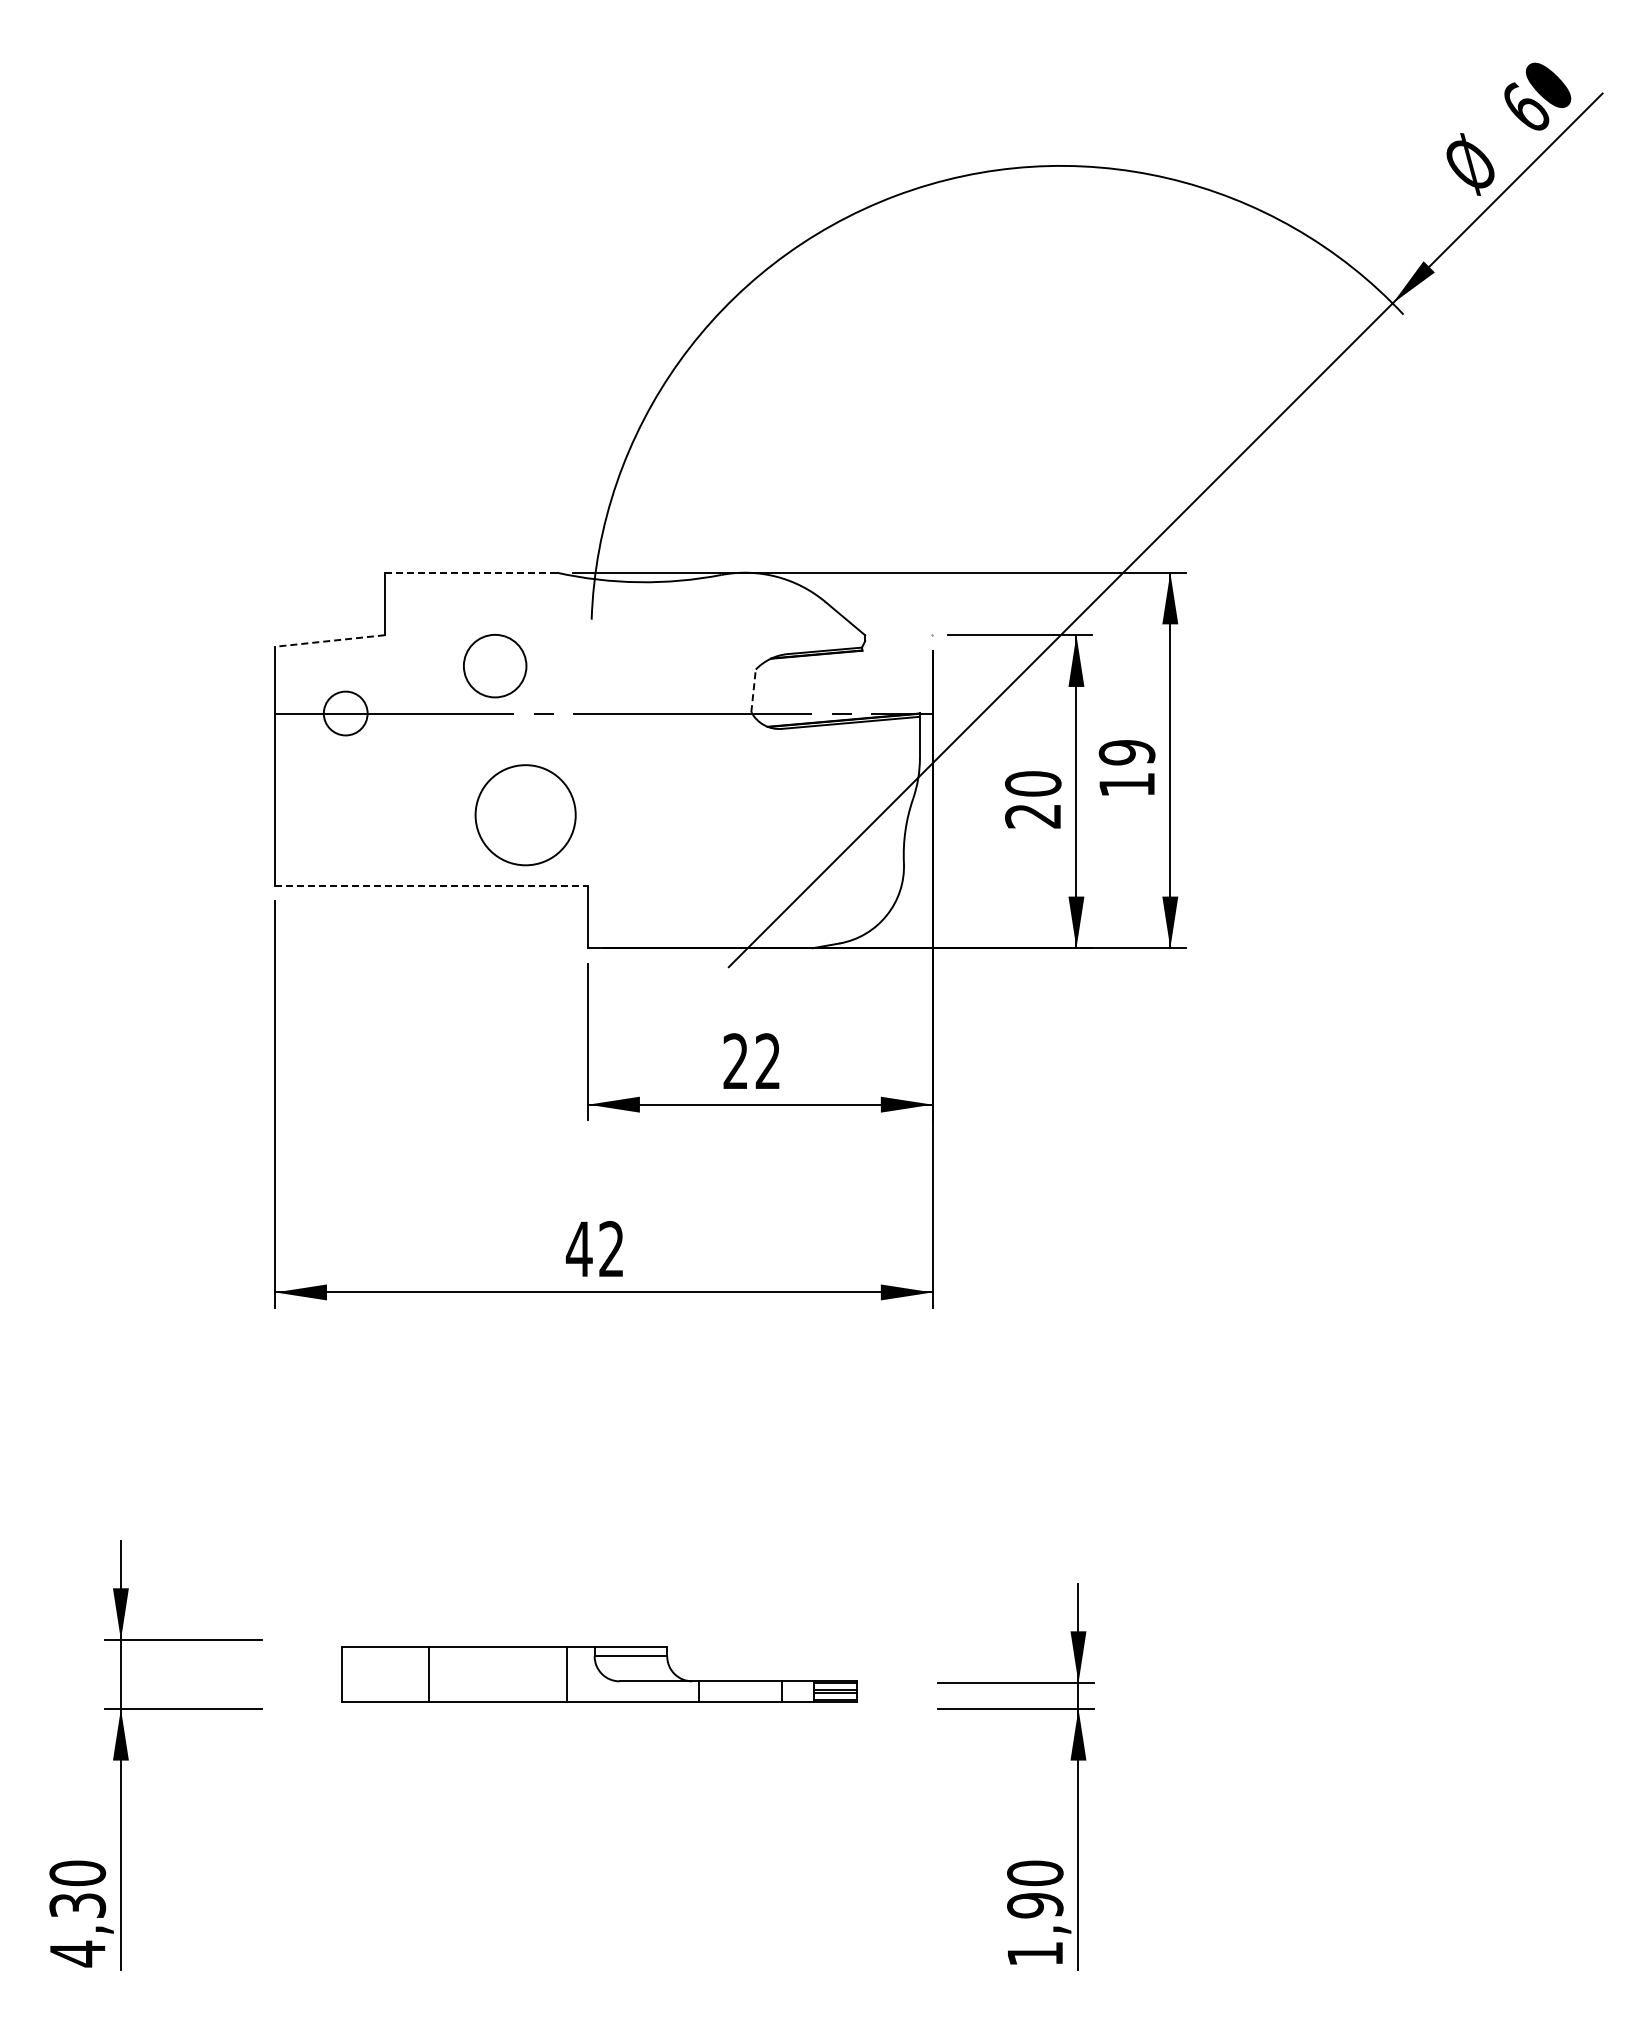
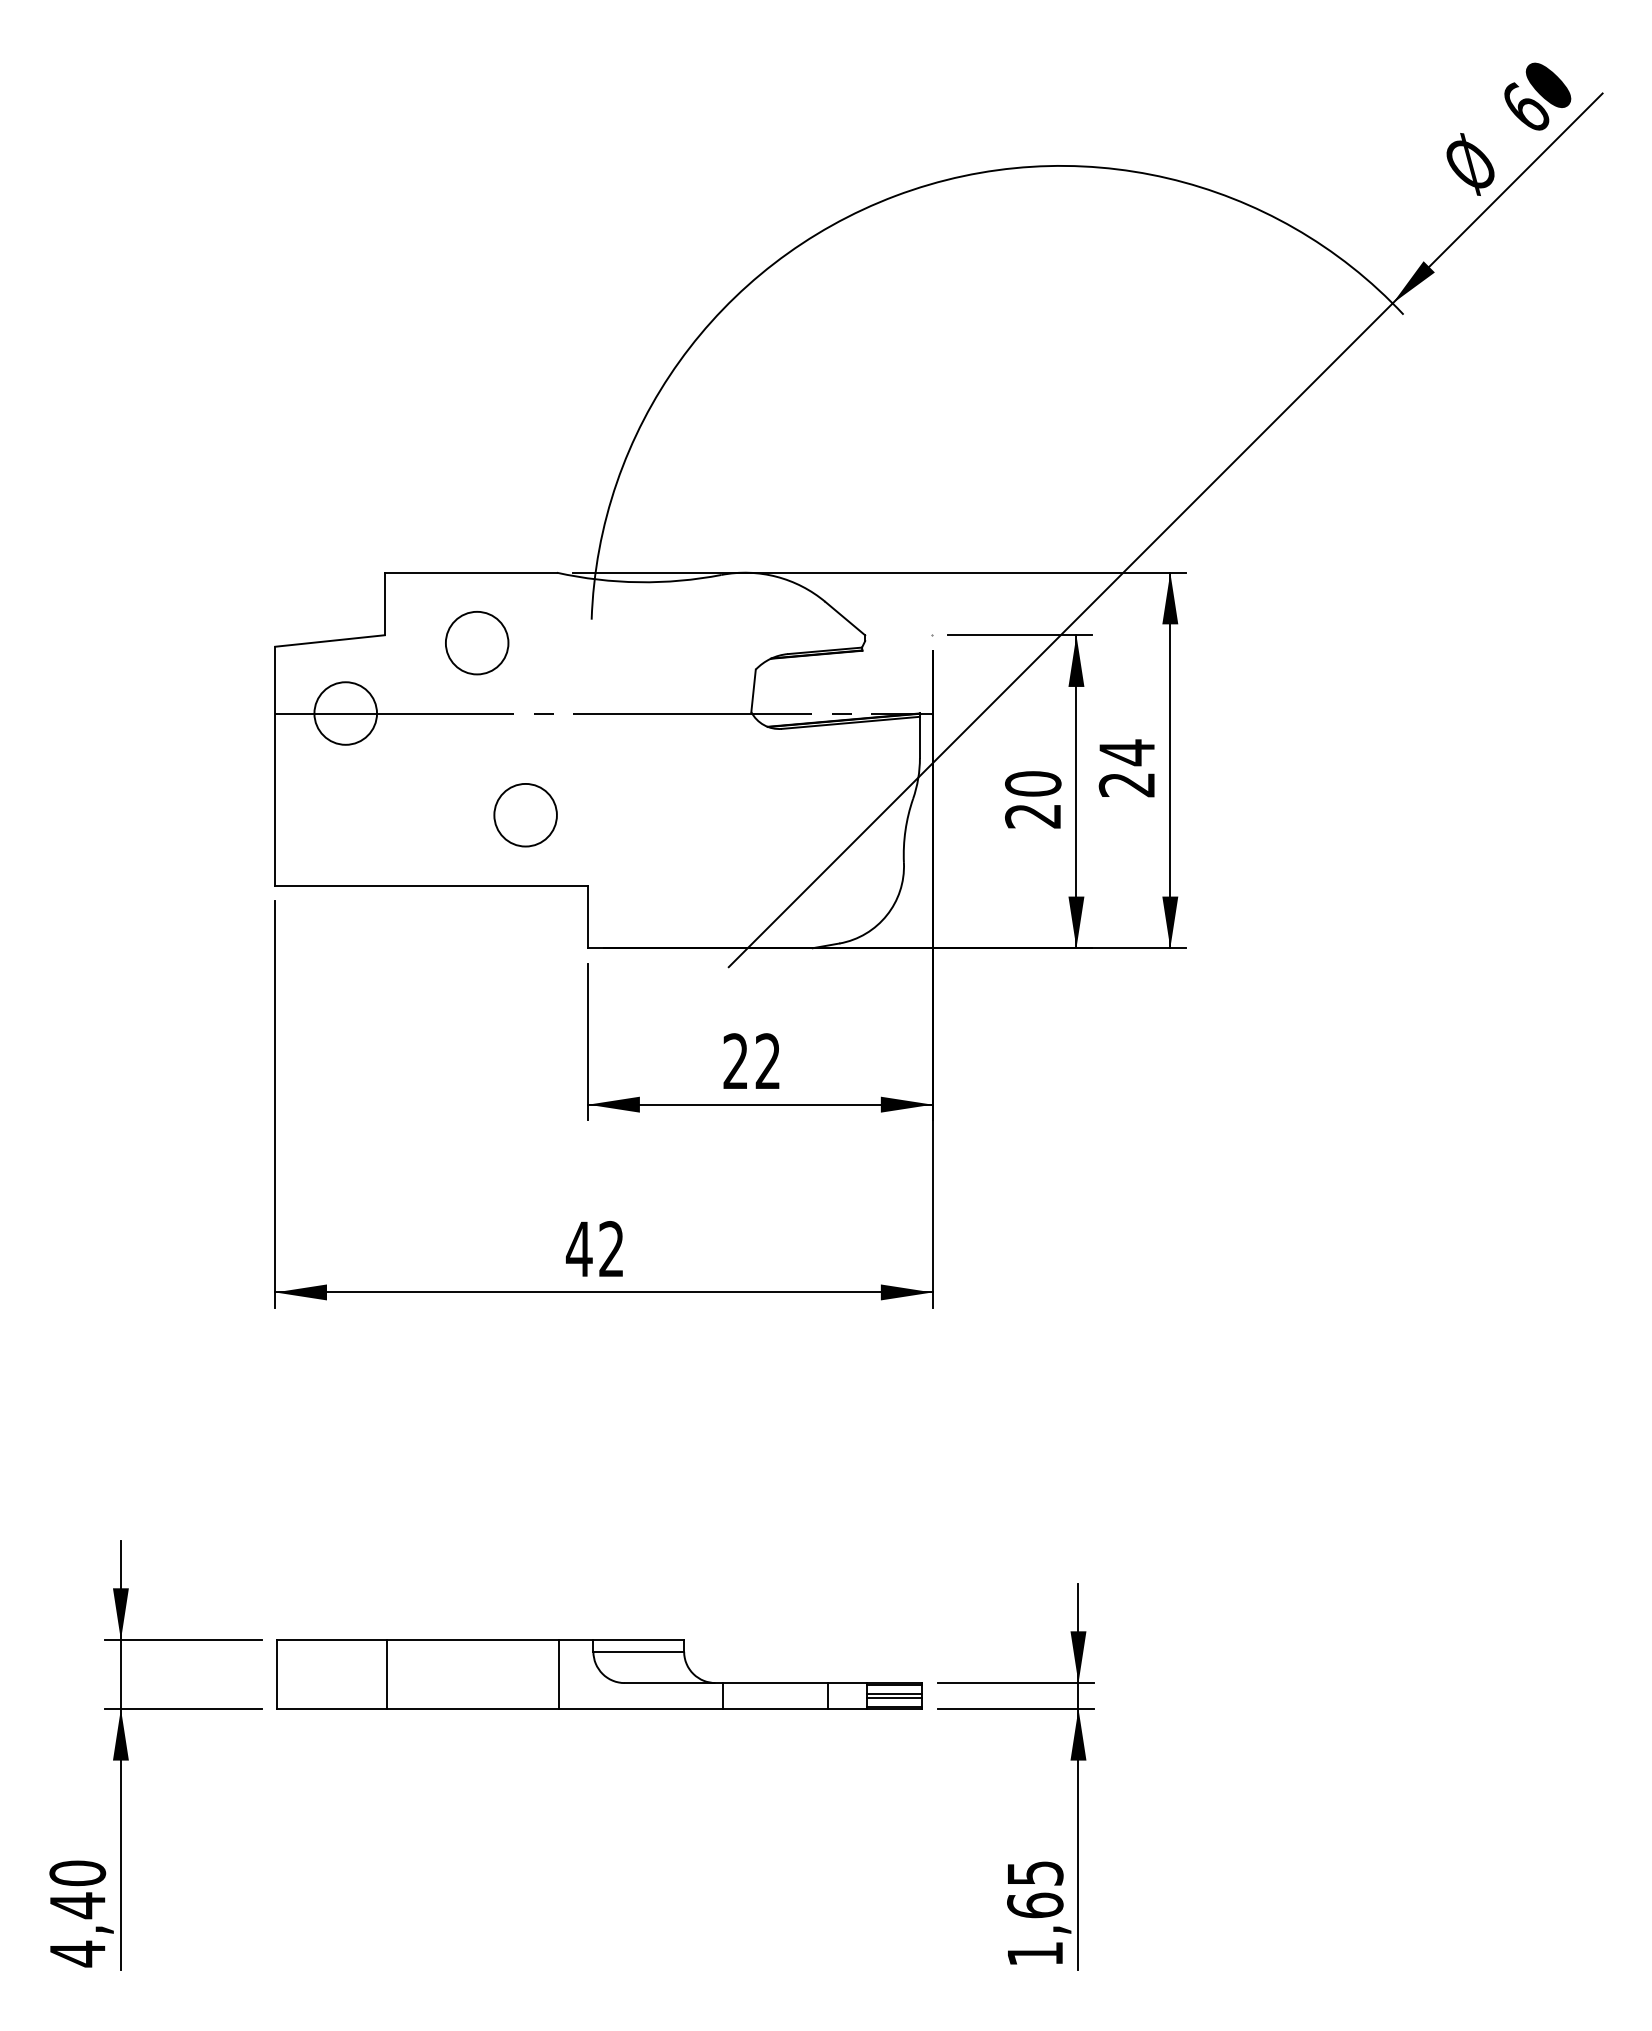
line at (470, 572): dashed -> solid
line at (329, 641): dashed -> solid
circle at (495, 666) position: (495, 666) -> (477, 643)
line at (753, 690): dashed -> solid
circle at (345, 713) diameter: 44 px -> 63 px
text at (1126, 768): 19 -> 24
circle at (525, 815) diameter: 100 px -> 63 px
line at (432, 885): dashed -> solid
part at (599, 1674) size: 517x57 px -> 647x71 px
text at (1035, 1889): 1,90 -> 1,65
text at (77, 1905): 4,30 -> 4,40
